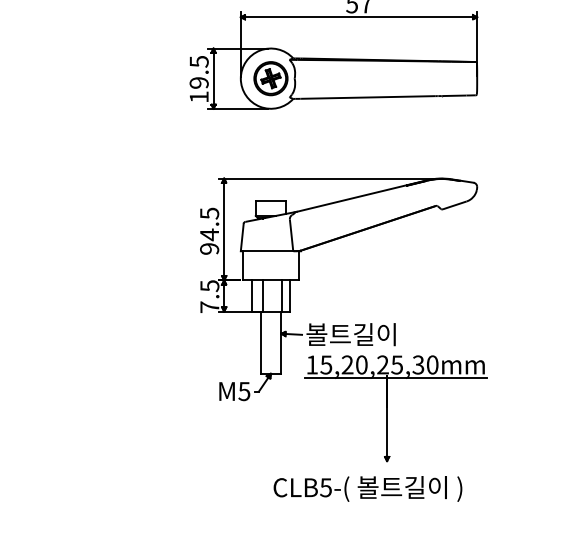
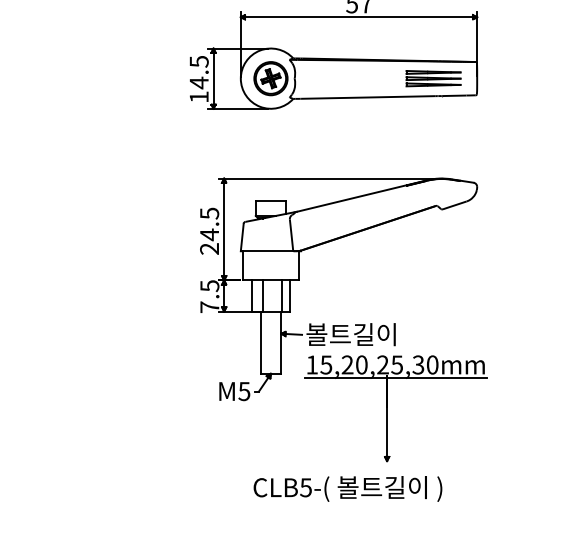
part at (433, 78): none -> present
text at (198, 82): 19.5 -> 14.5
text at (209, 248): 94.5 -> 24.5
text at (367, 488) position: (367, 488) -> (347, 488)
